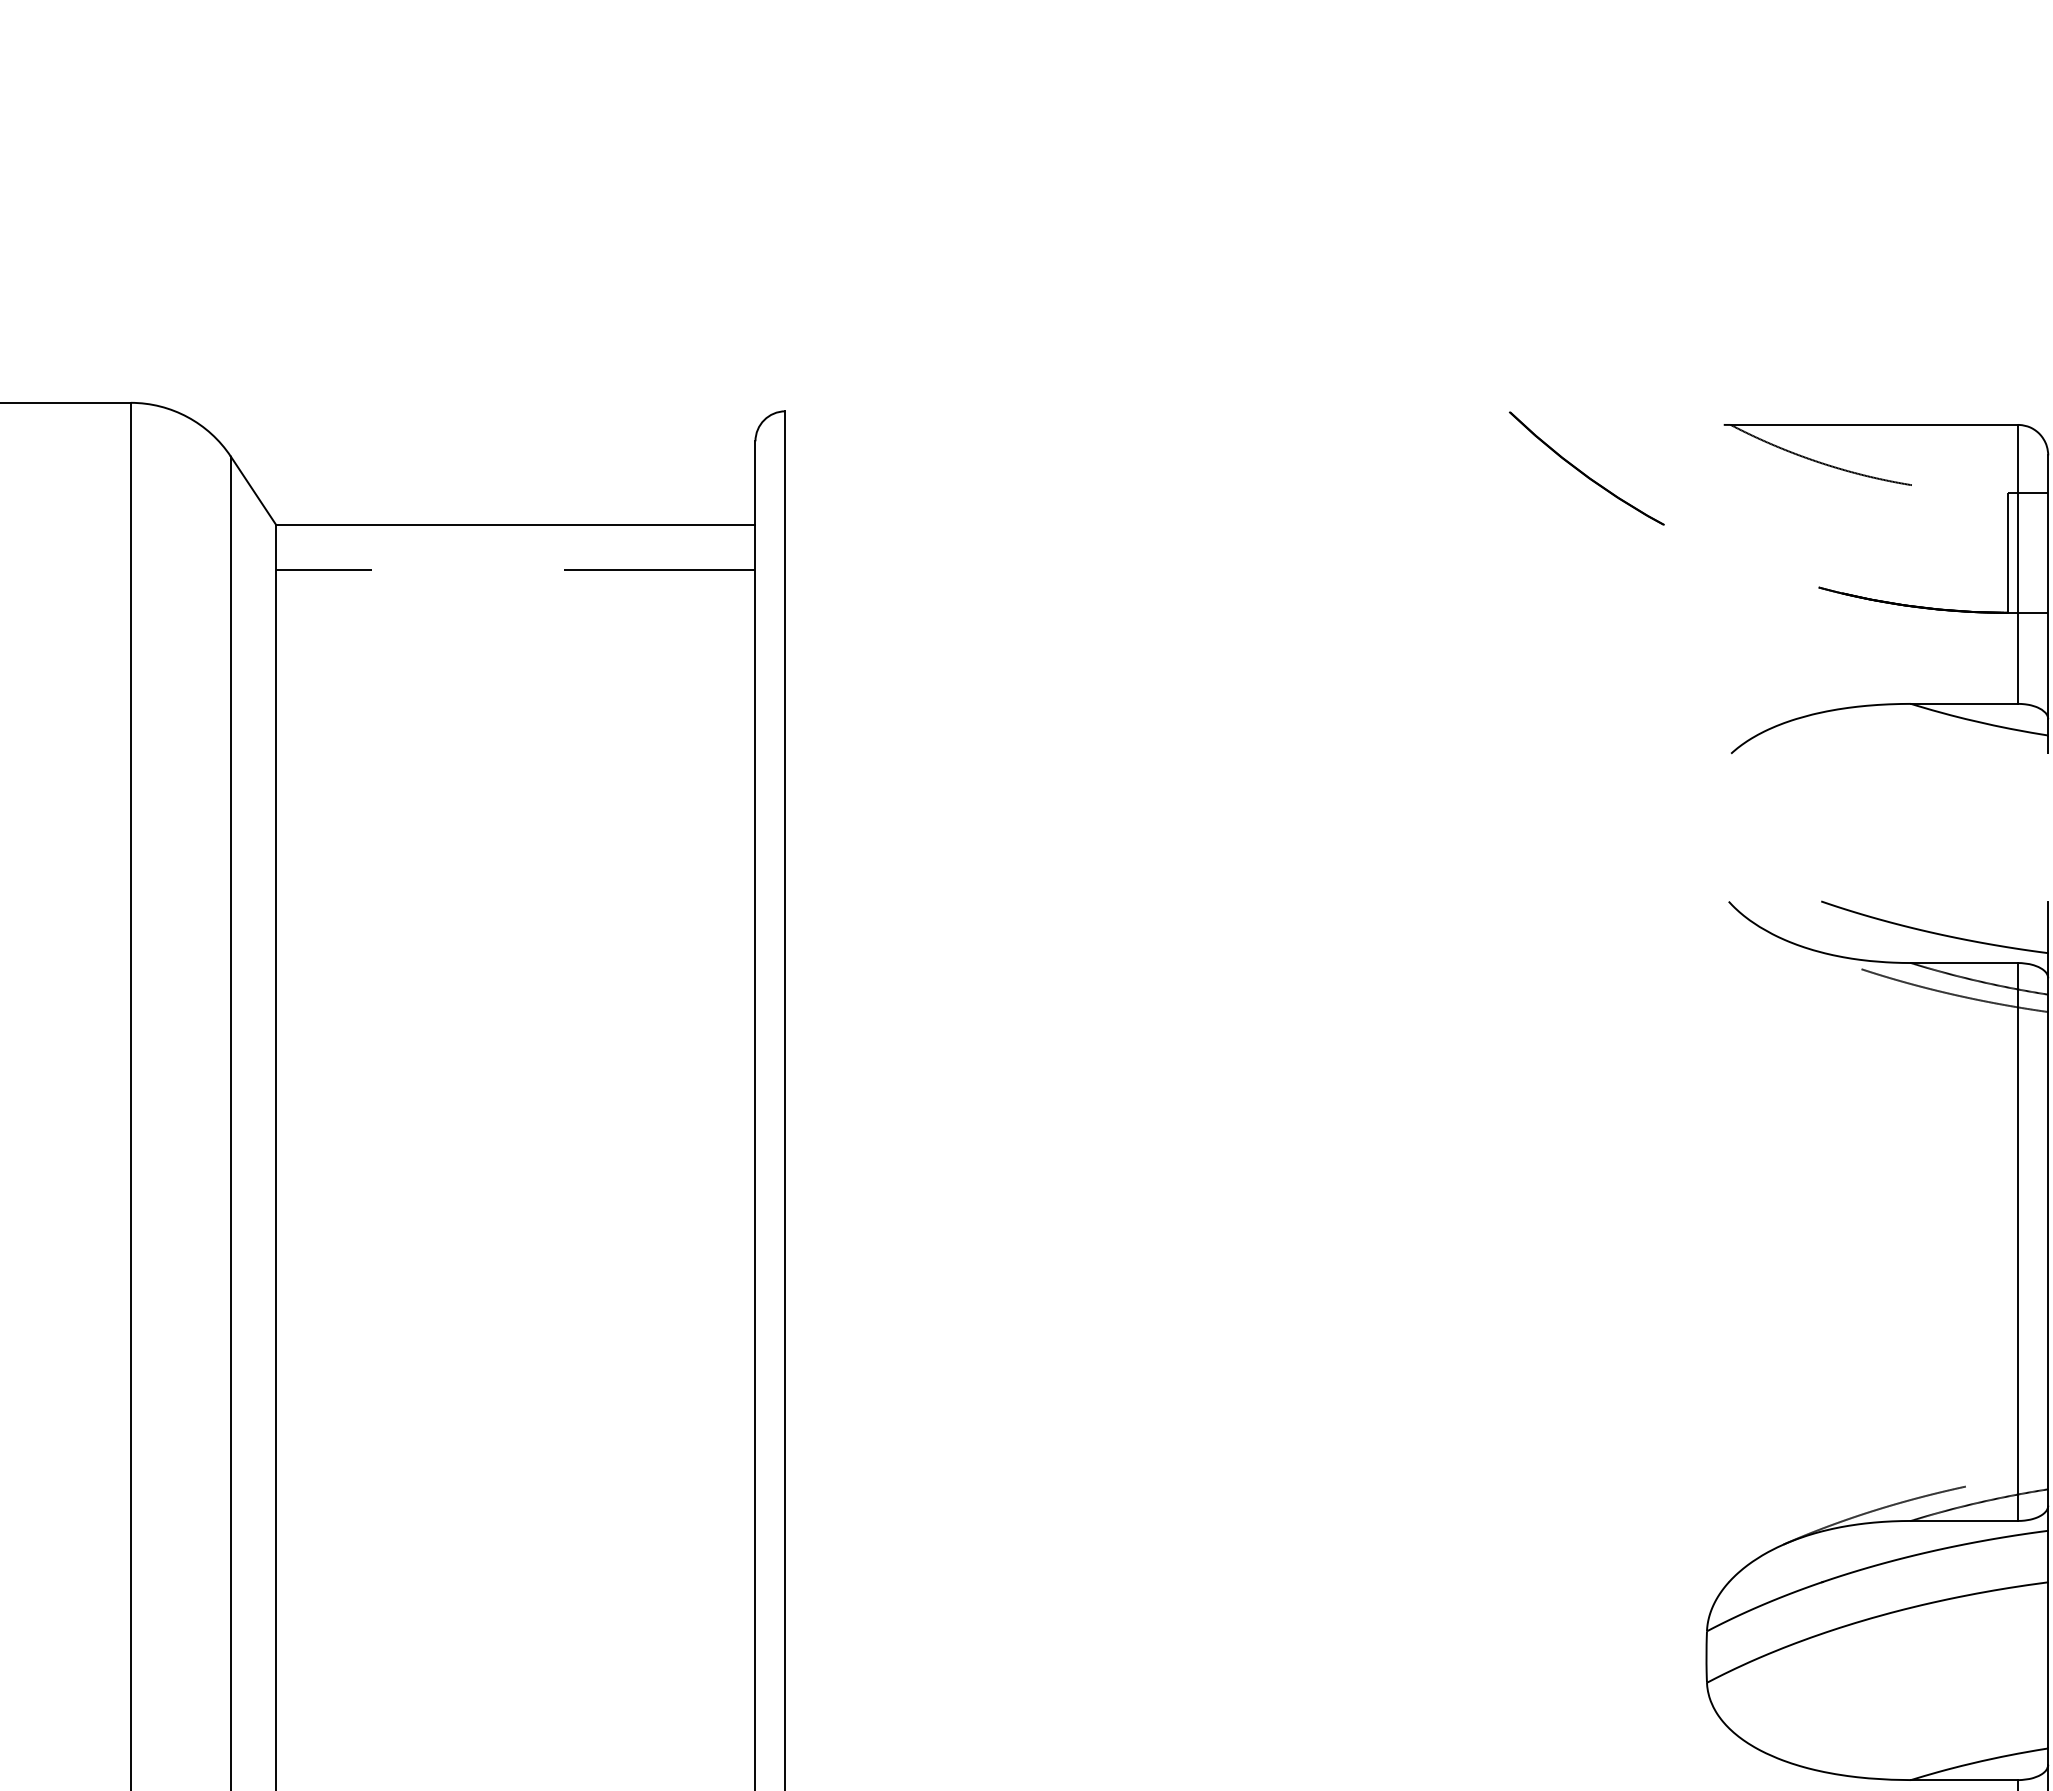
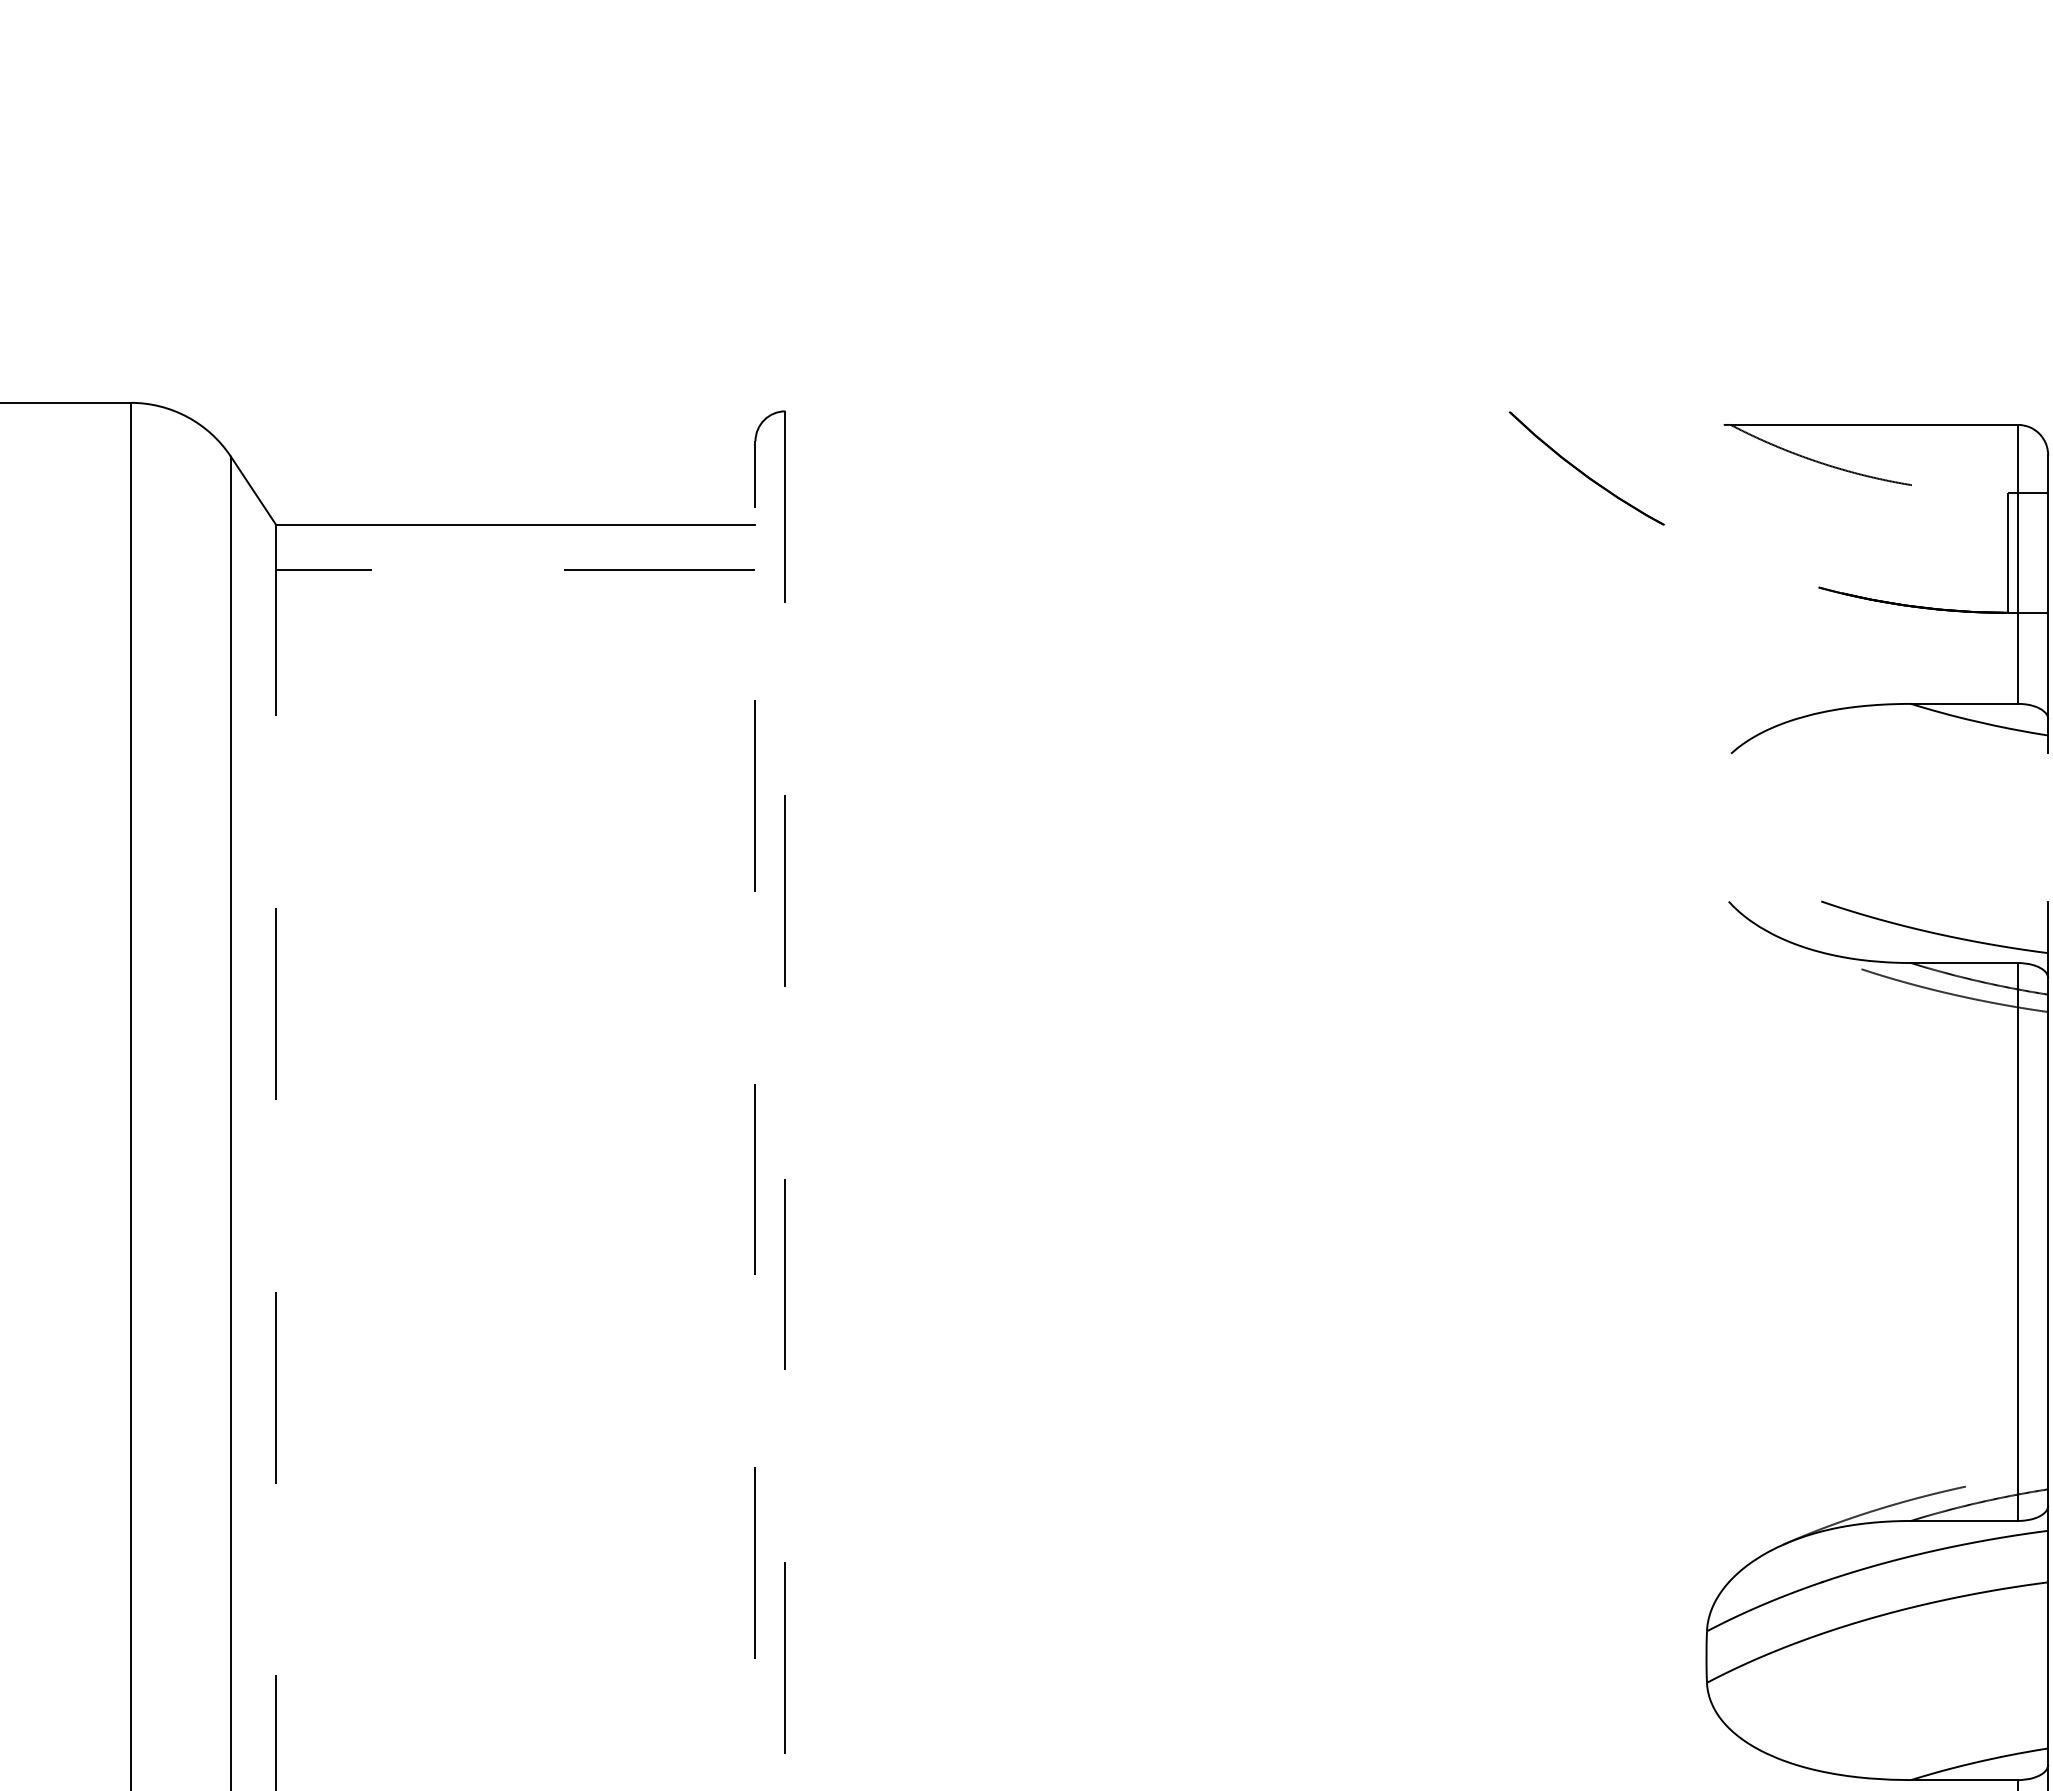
line at (785, 1101): solid -> dashed
line at (755, 1116): solid -> dashed
line at (275, 1157): solid -> dashed
